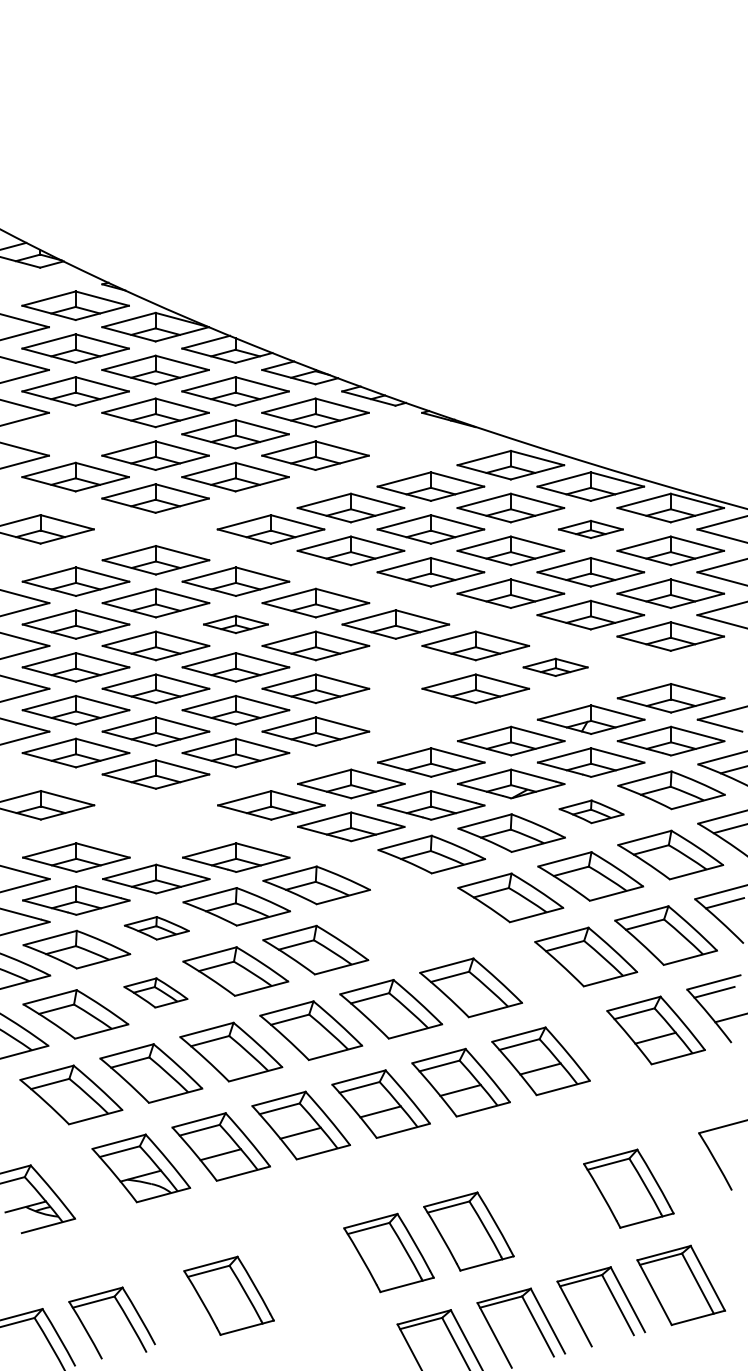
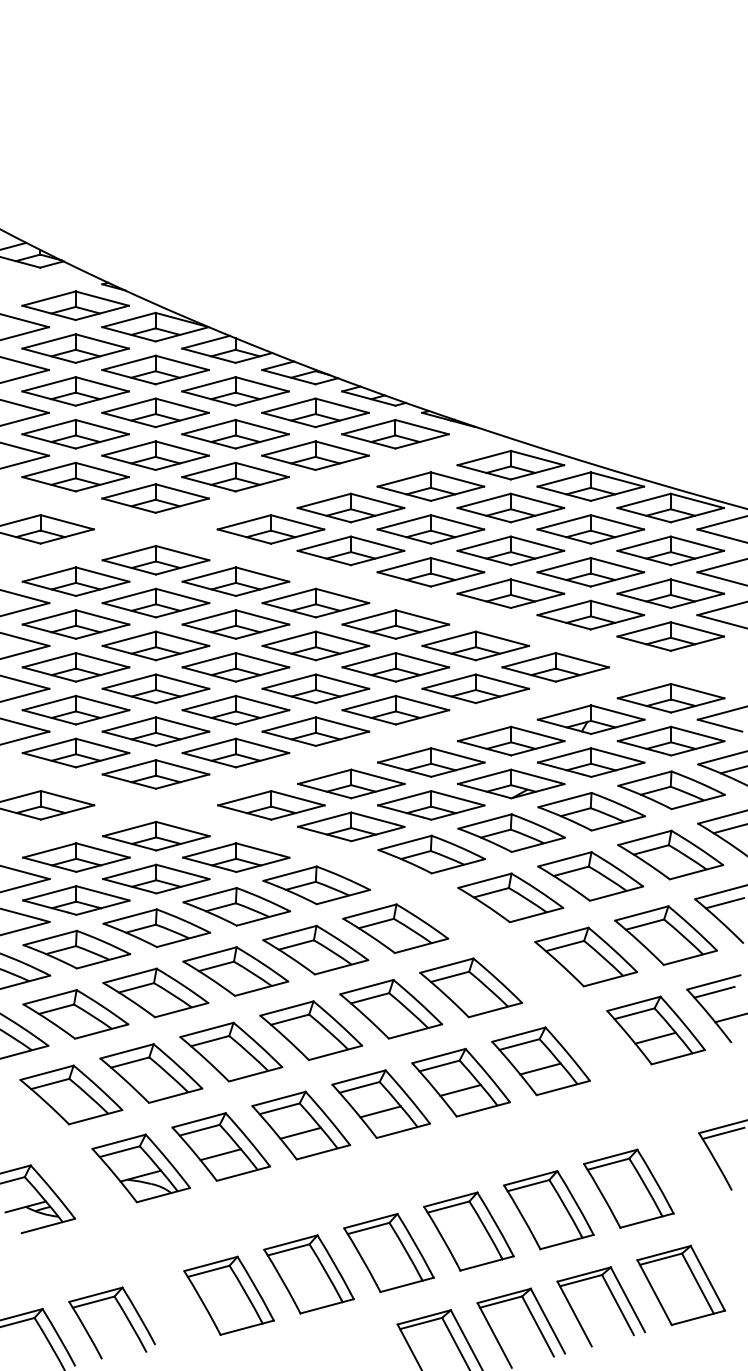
part at (75, 434): none -> present
part at (395, 434): none -> present
part at (590, 528) size: 66x20 px -> 110x31 px
part at (235, 624) size: 66x20 px -> 110x31 px
part at (555, 666) size: 67x20 px -> 109x31 px
part at (395, 667): none -> present
part at (395, 710): none -> present
part at (591, 811) size: 67x26 px -> 109x40 px
part at (156, 835): none -> present
part at (156, 928) size: 67x25 px -> 110x41 px
part at (395, 928): none -> present
part at (155, 992) size: 66x32 px -> 108x52 px
line at (723, 1132): none -> present
part at (548, 1210): none -> present
part at (308, 1274): none -> present
